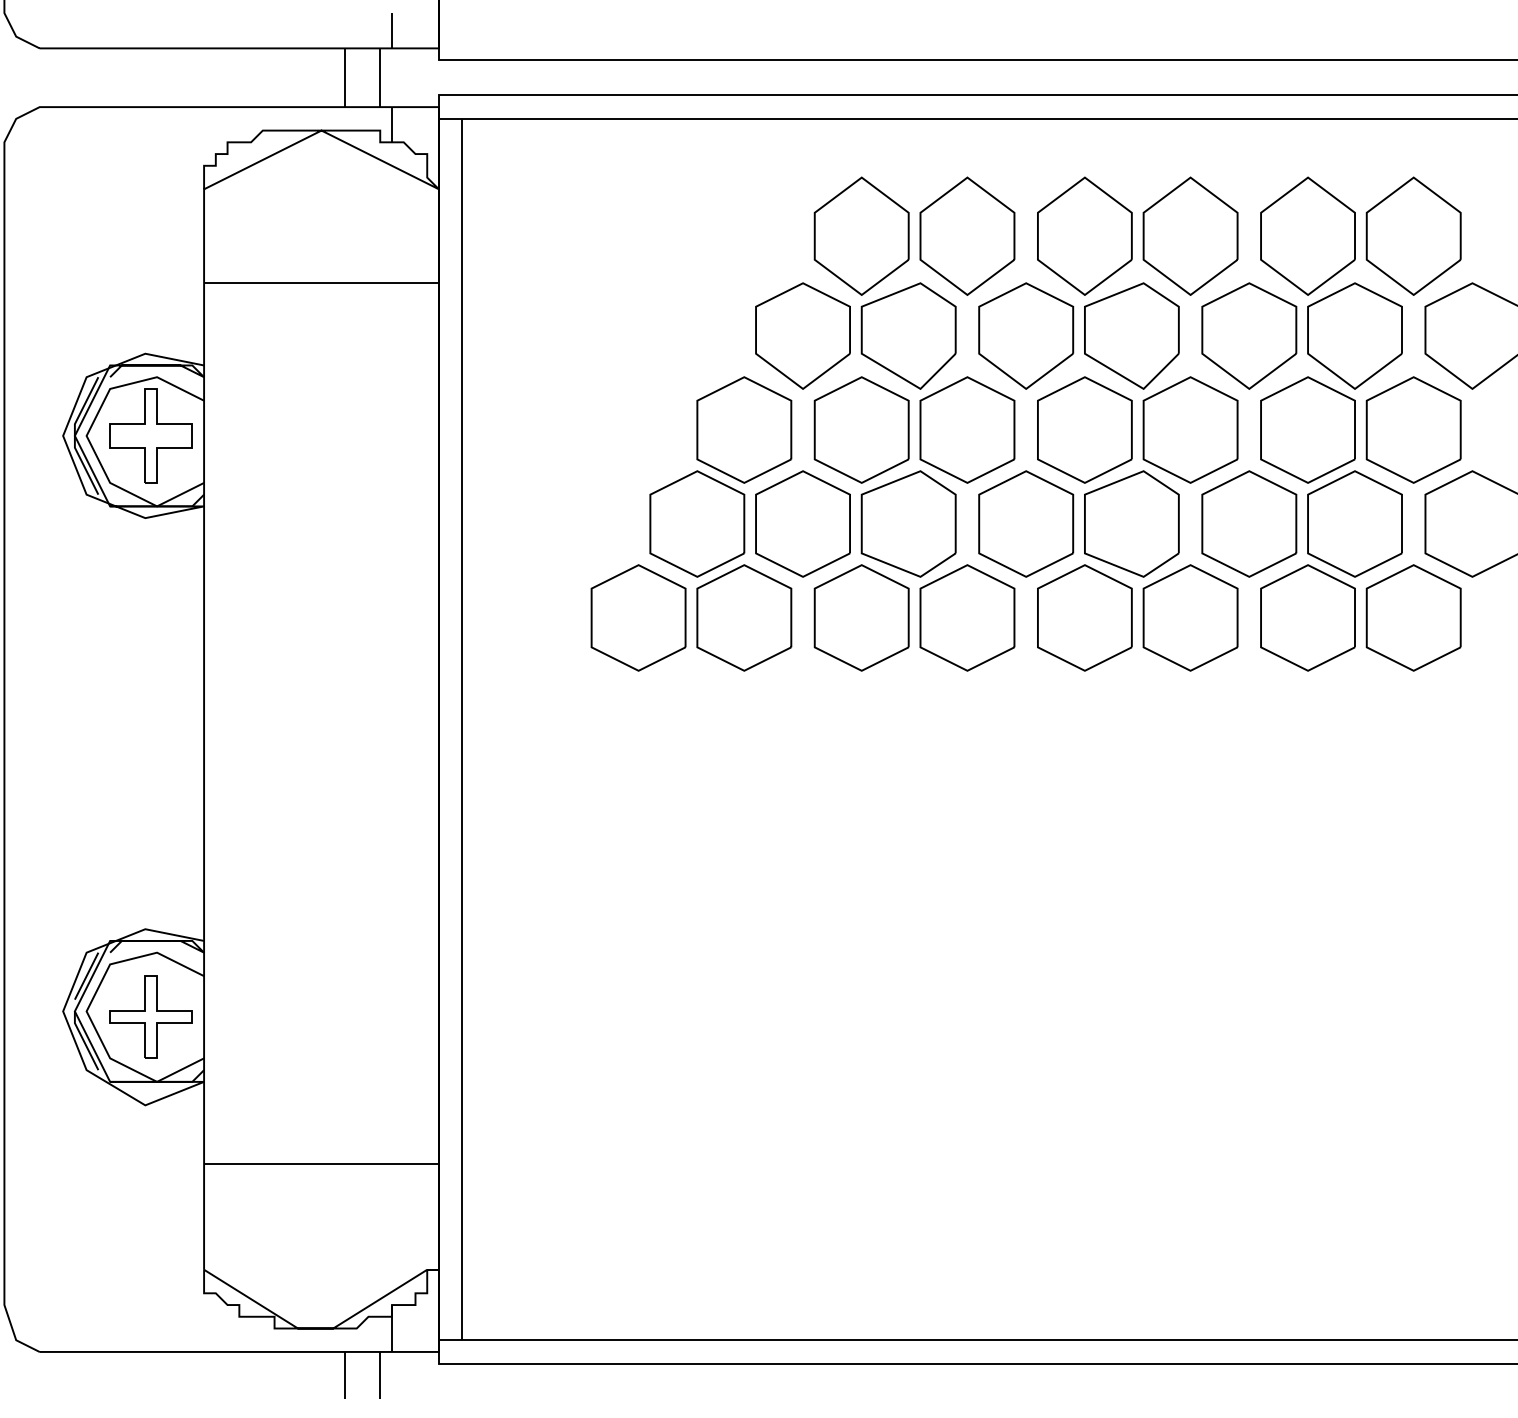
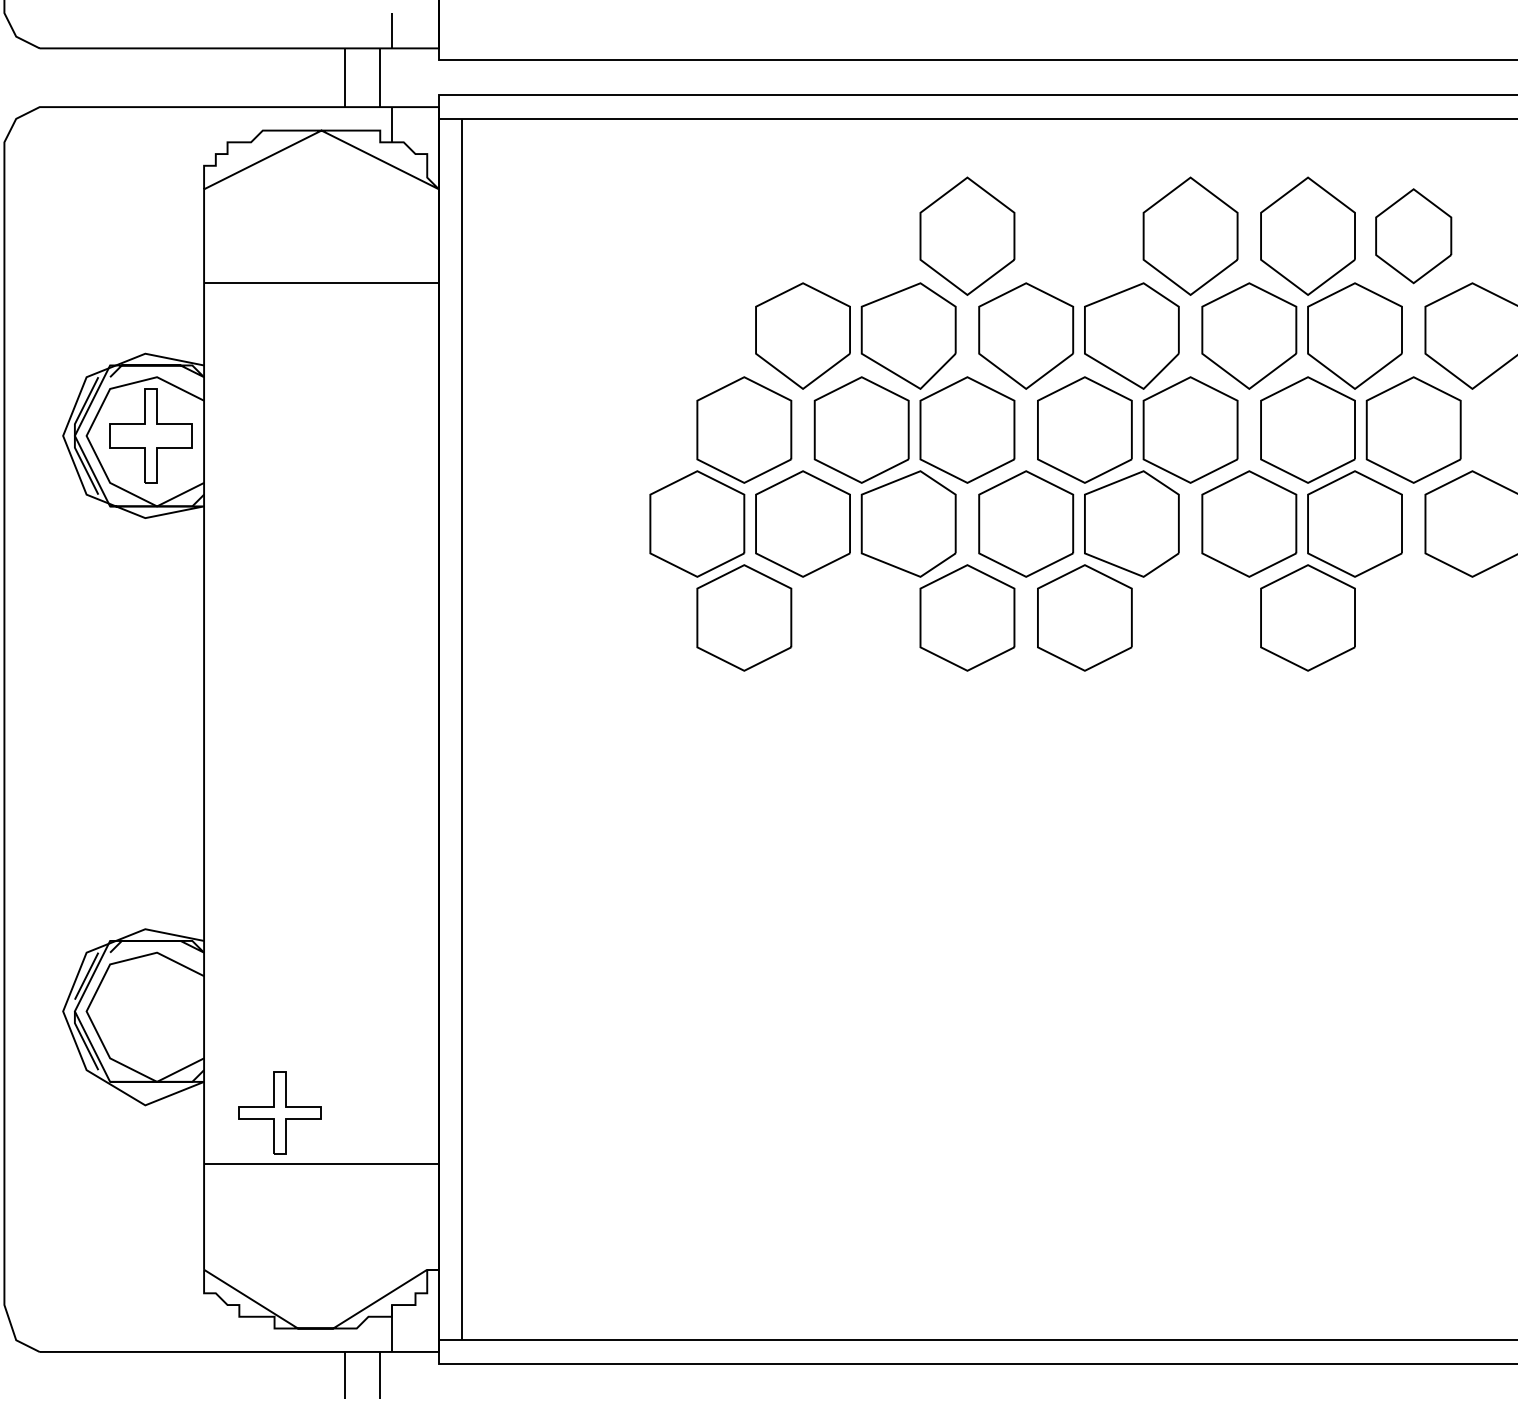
part at (861, 235): present -> none
part at (1084, 235): present -> none
part at (1413, 235) size: 97x120 px -> 78x97 px
part at (638, 617): present -> none
part at (861, 617): present -> none
part at (1190, 617): present -> none
part at (1413, 617): present -> none
part at (150, 1016) position: (150, 1016) -> (279, 1112)
